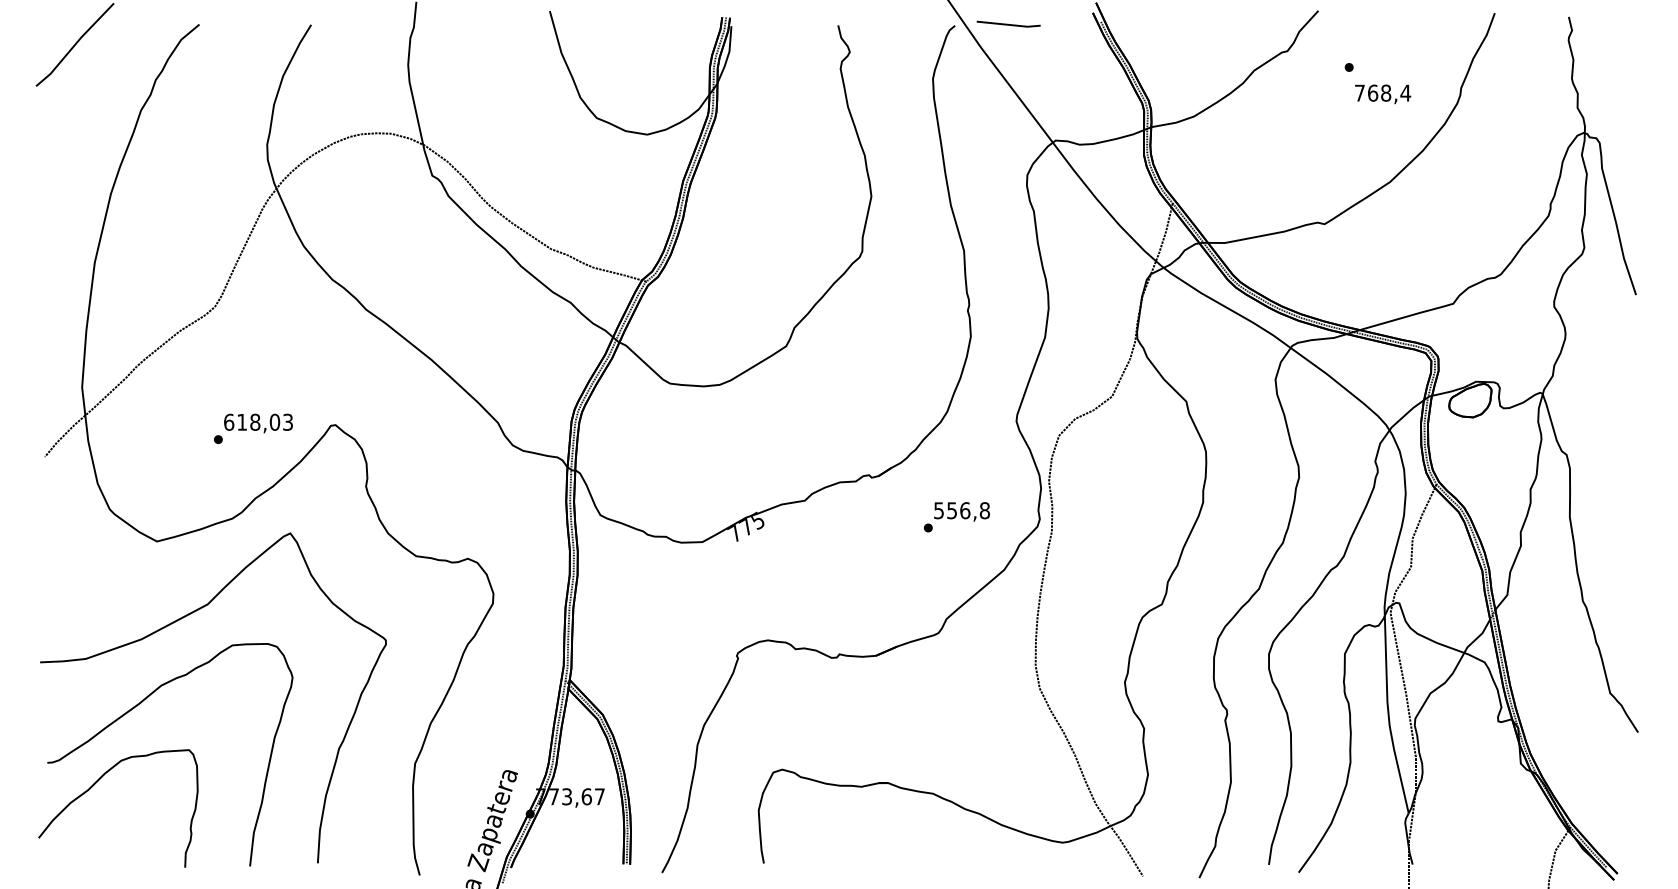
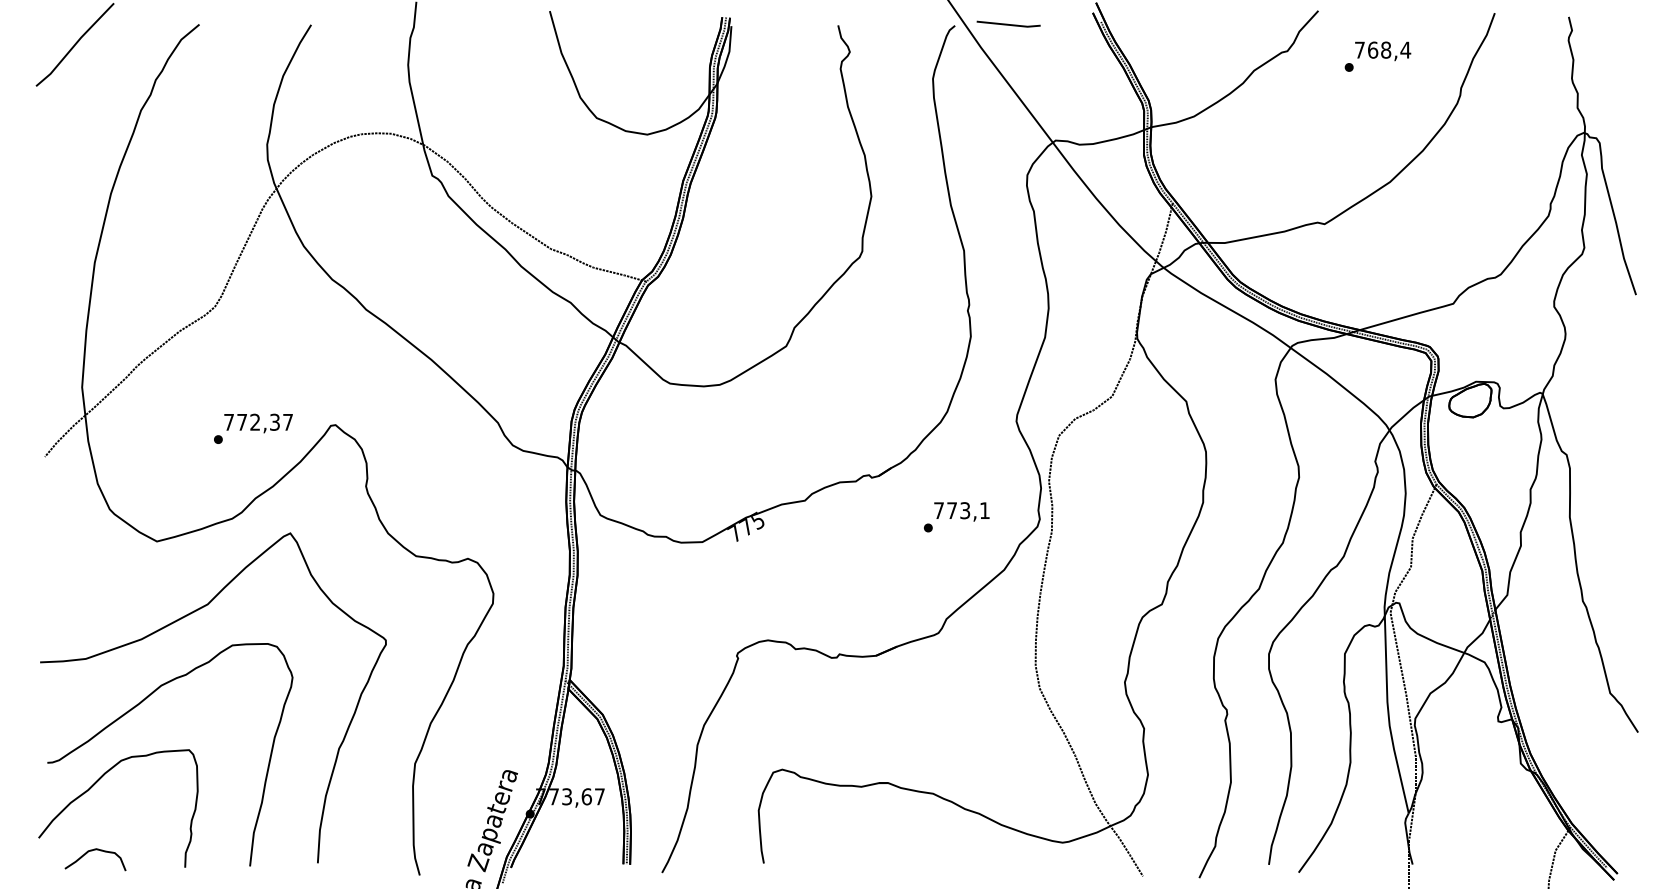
text at (1383, 94) position: (1383, 94) -> (1383, 51)
text at (258, 421): 618,03 -> 772,37
text at (961, 510): 556,8 -> 773,1
part at (92, 851): none -> present
